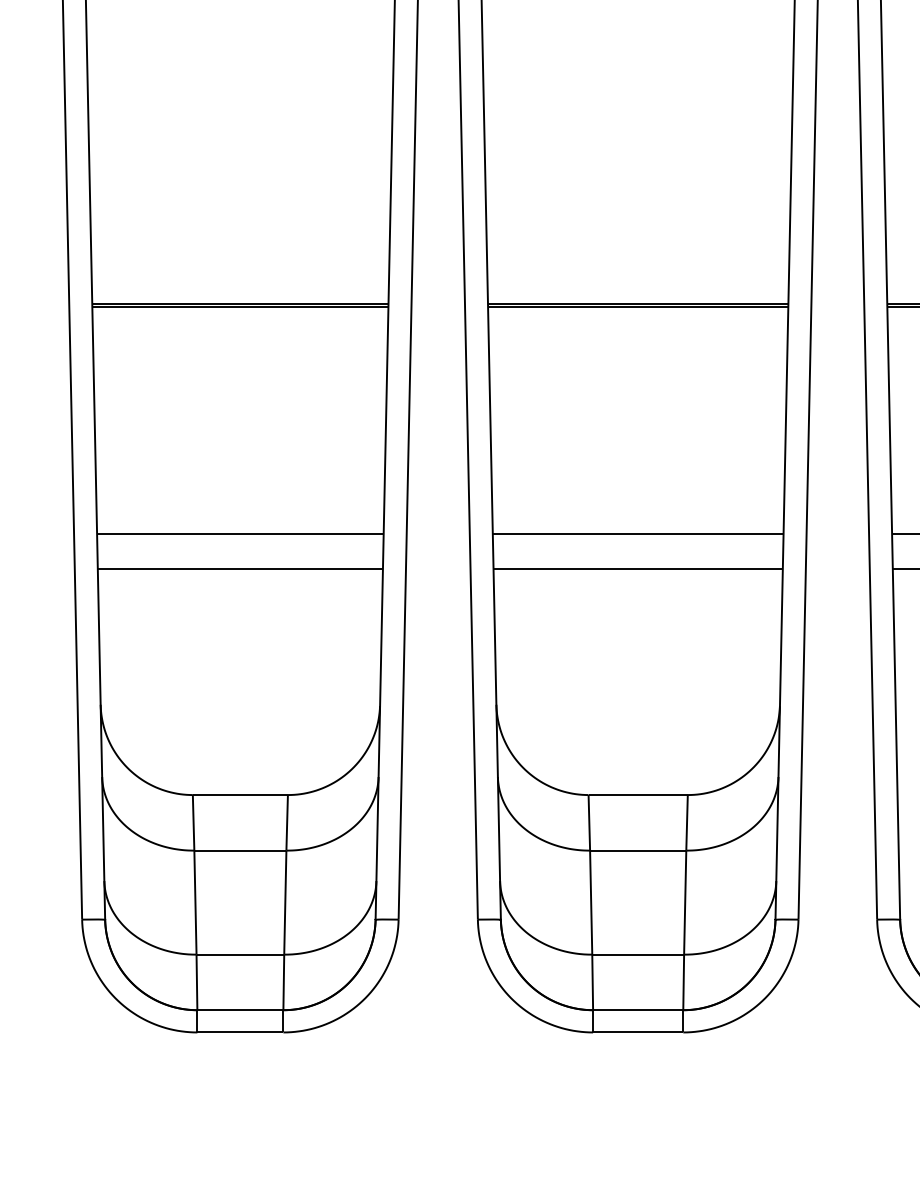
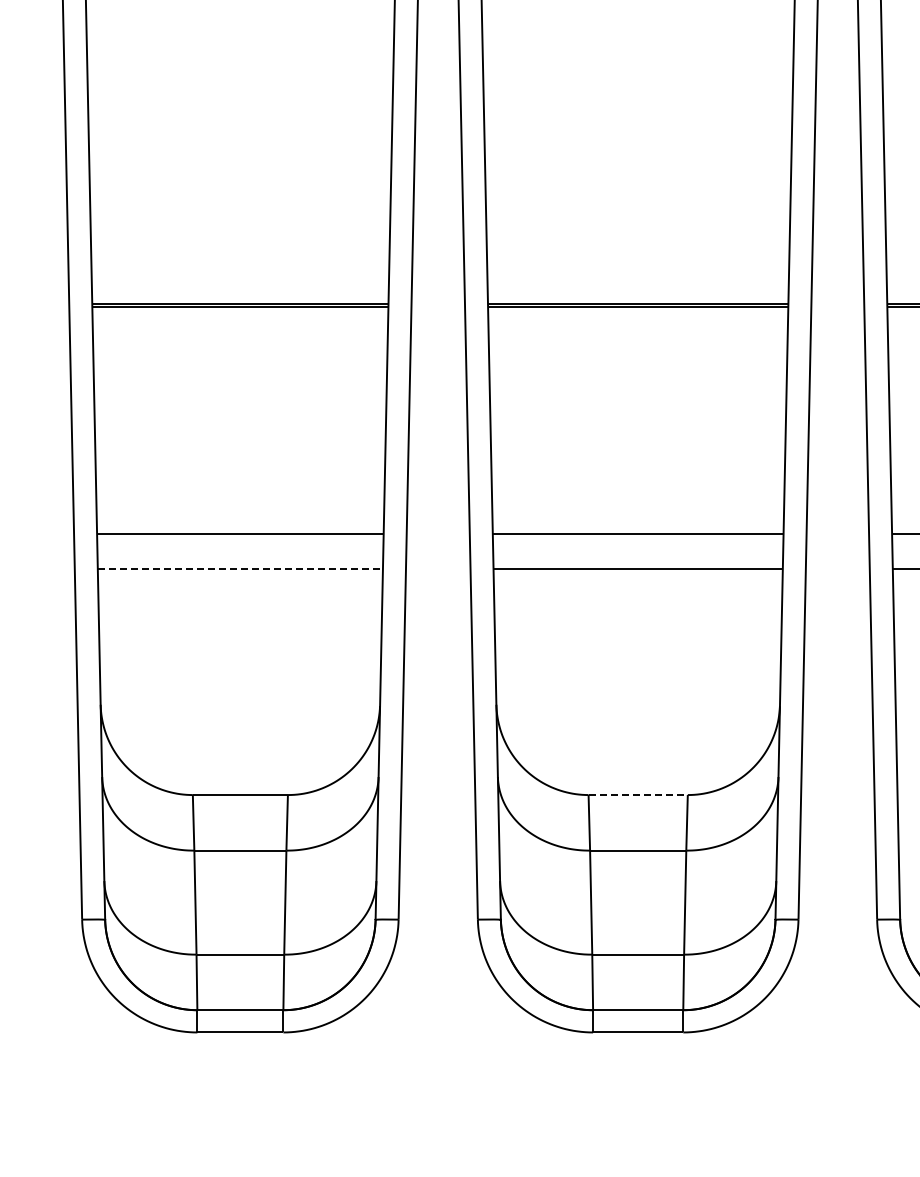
line at (240, 568): solid -> dashed
line at (638, 795): solid -> dashed
